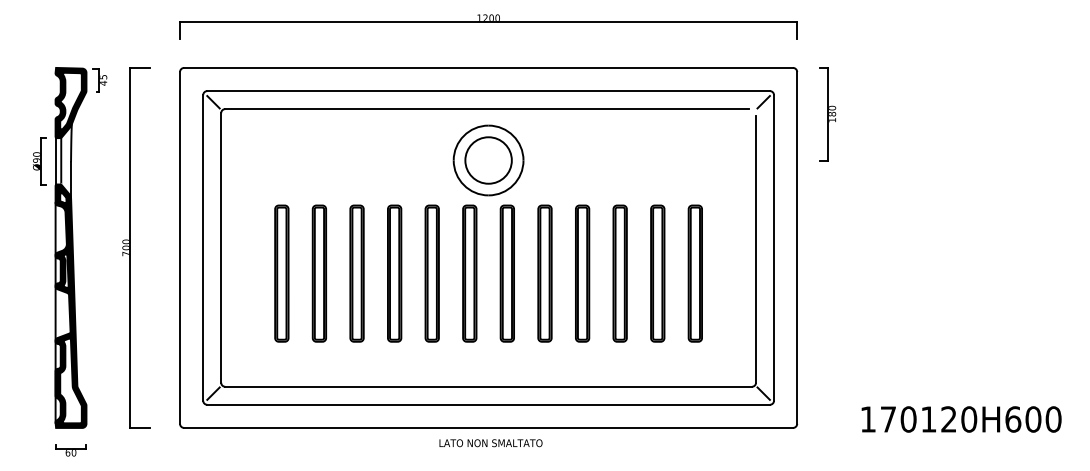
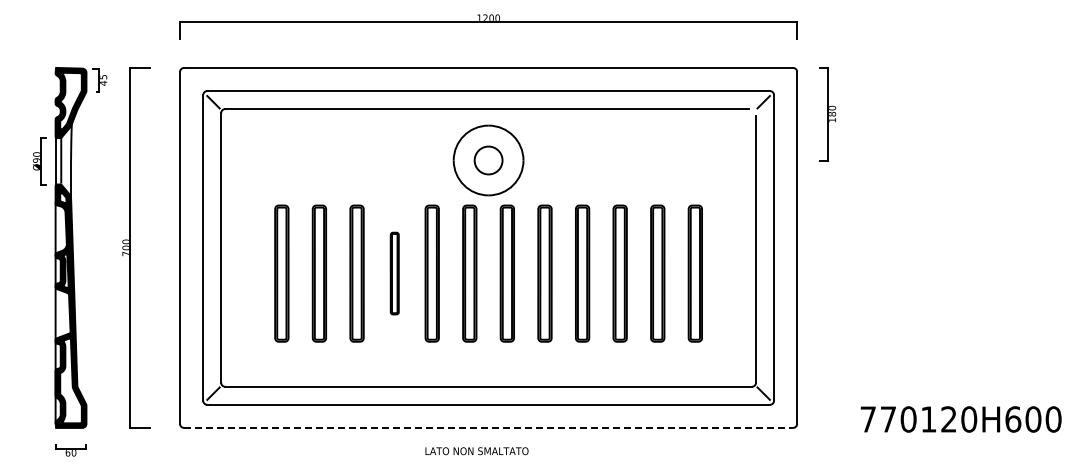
circle at (488, 160) diameter: 46 px -> 28 px
part at (394, 273) size: 16x139 px -> 11x85 px
text at (867, 419): 170120H600 -> 770120H600
line at (489, 427): solid -> dashed
text at (490, 443) position: (490, 443) -> (476, 451)
